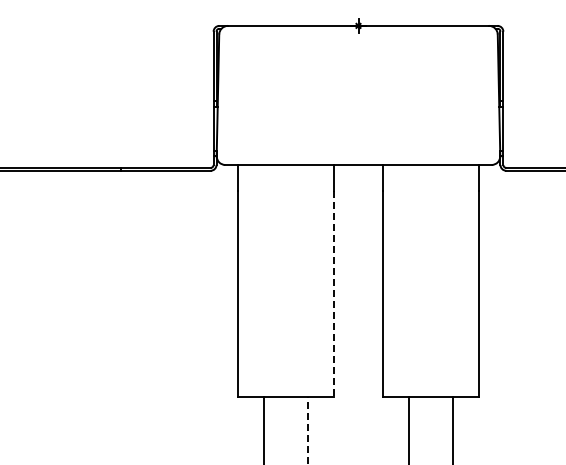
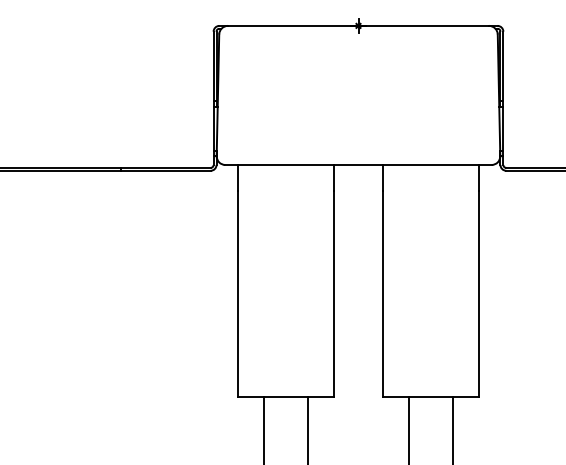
line at (333, 293): dashed -> solid
line at (307, 430): dashed -> solid
